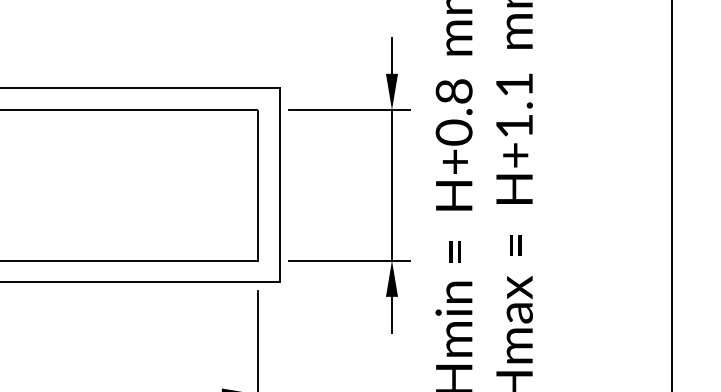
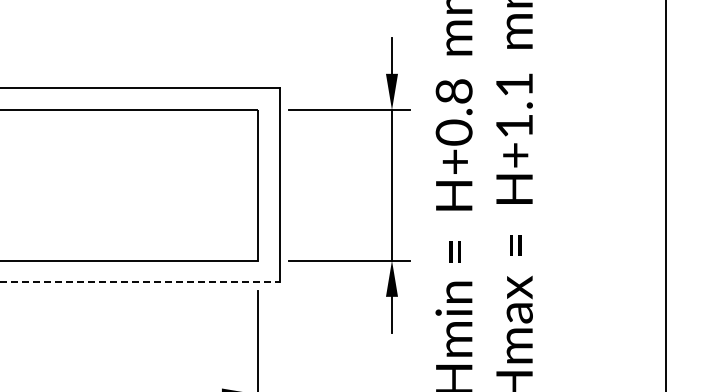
line at (671, 195) position: (671, 195) -> (665, 195)
line at (140, 282): solid -> dashed
